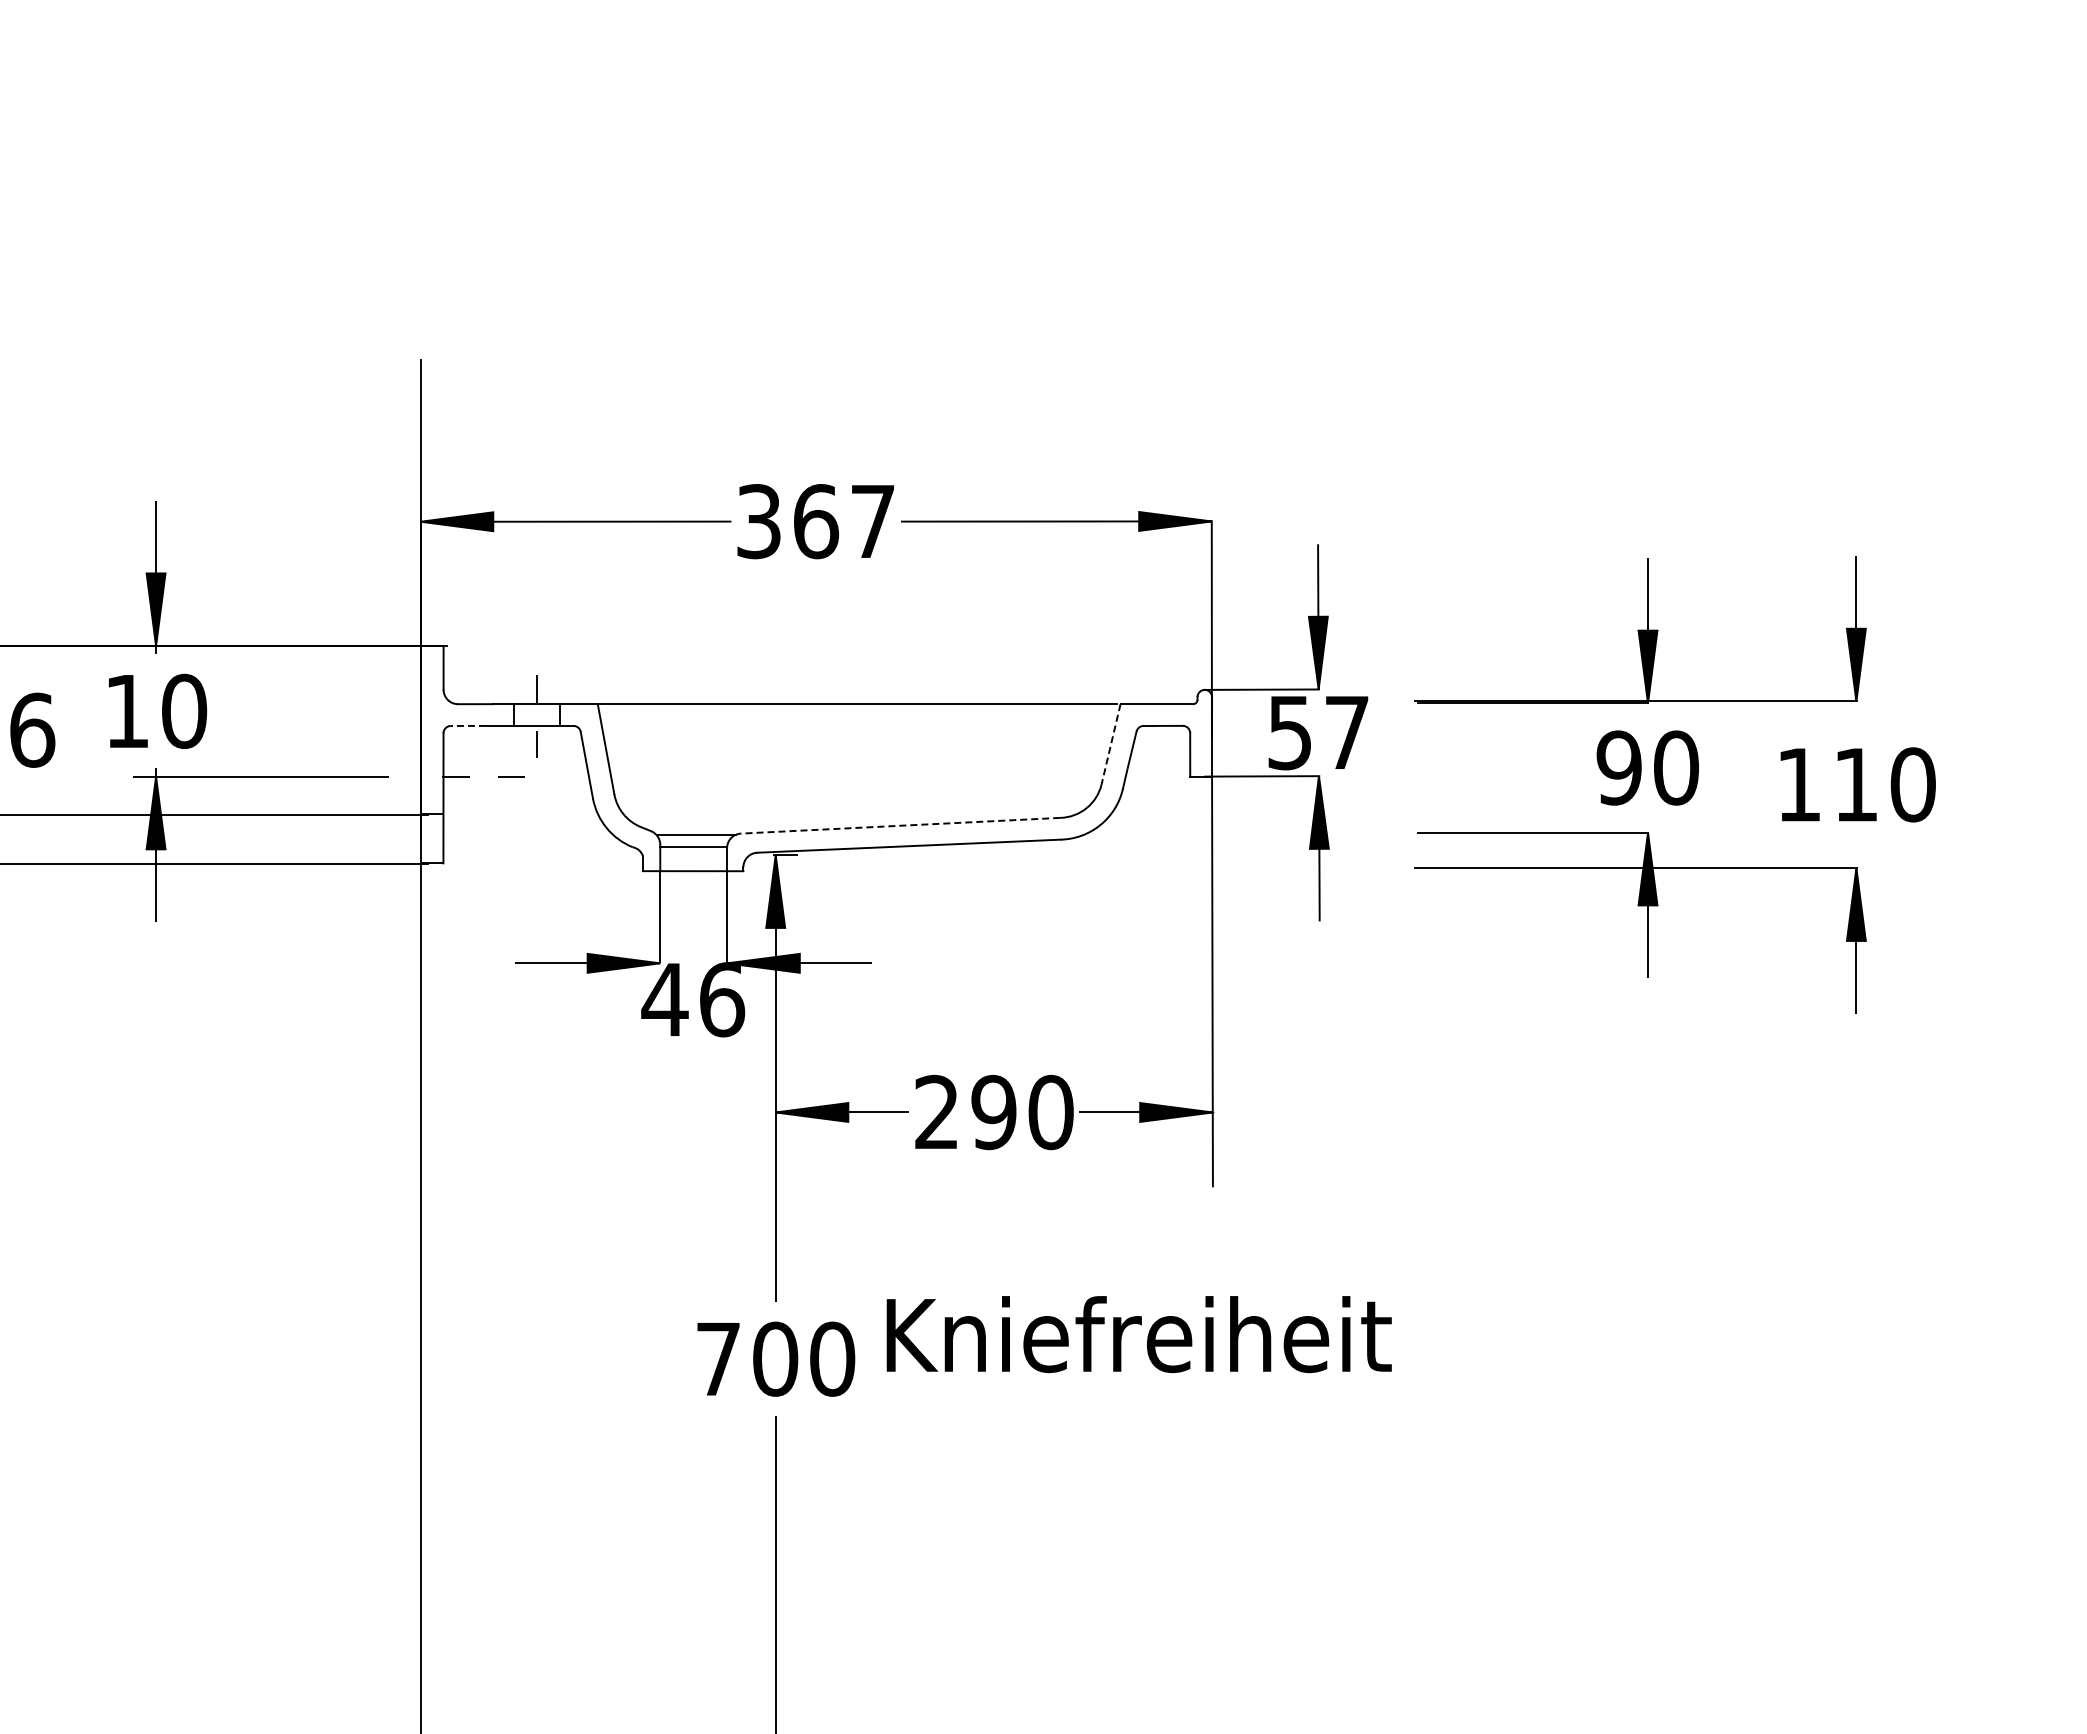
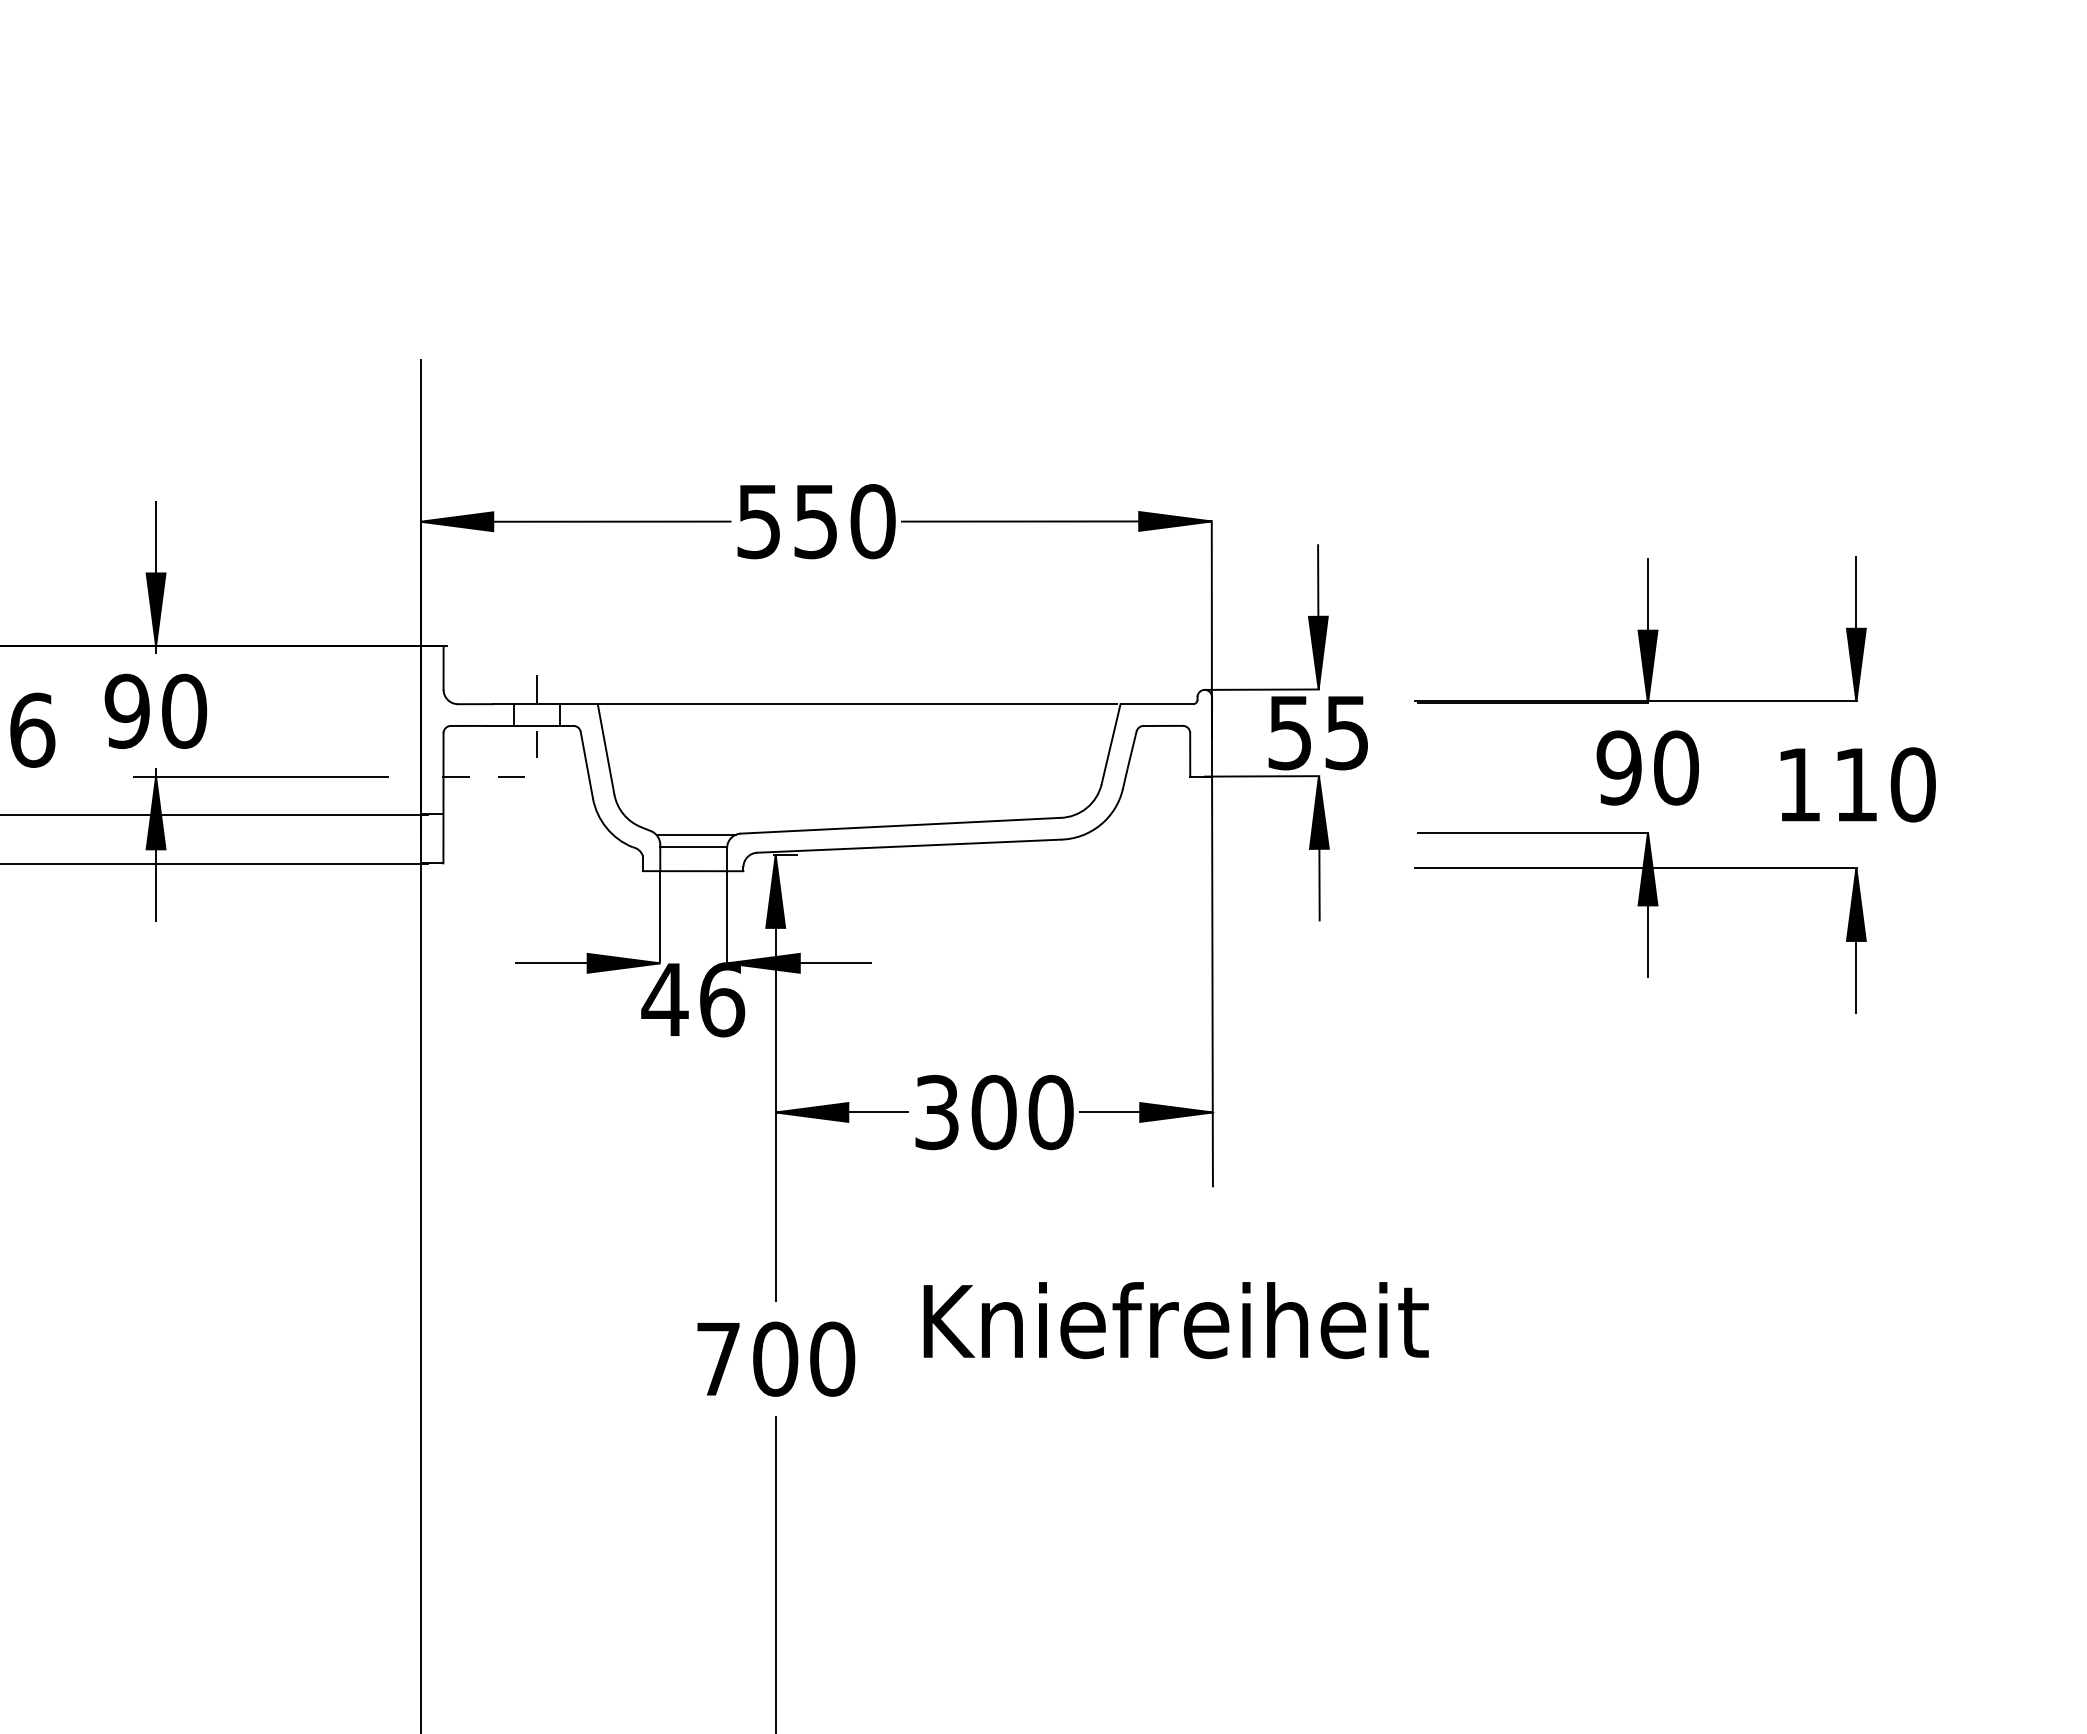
text at (816, 521): 367 -> 550
text at (126, 711): 10 -> 90
line at (468, 725): dashed -> solid
text at (1346, 733): 57 -> 55
line at (1111, 744): dashed -> solid
line at (900, 825): dashed -> solid
text at (965, 1112): 290 -> 300
text at (1138, 1334) position: (1138, 1334) -> (1175, 1320)
